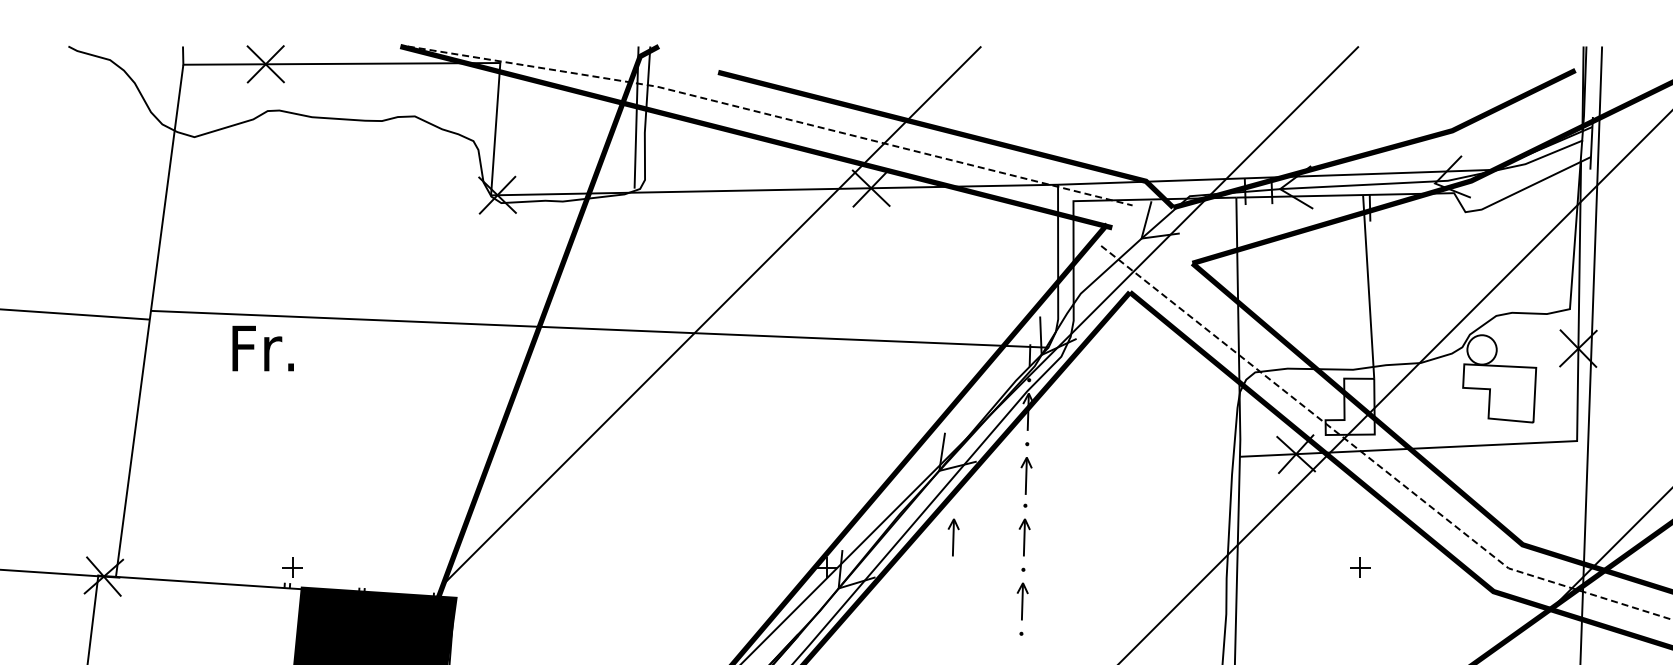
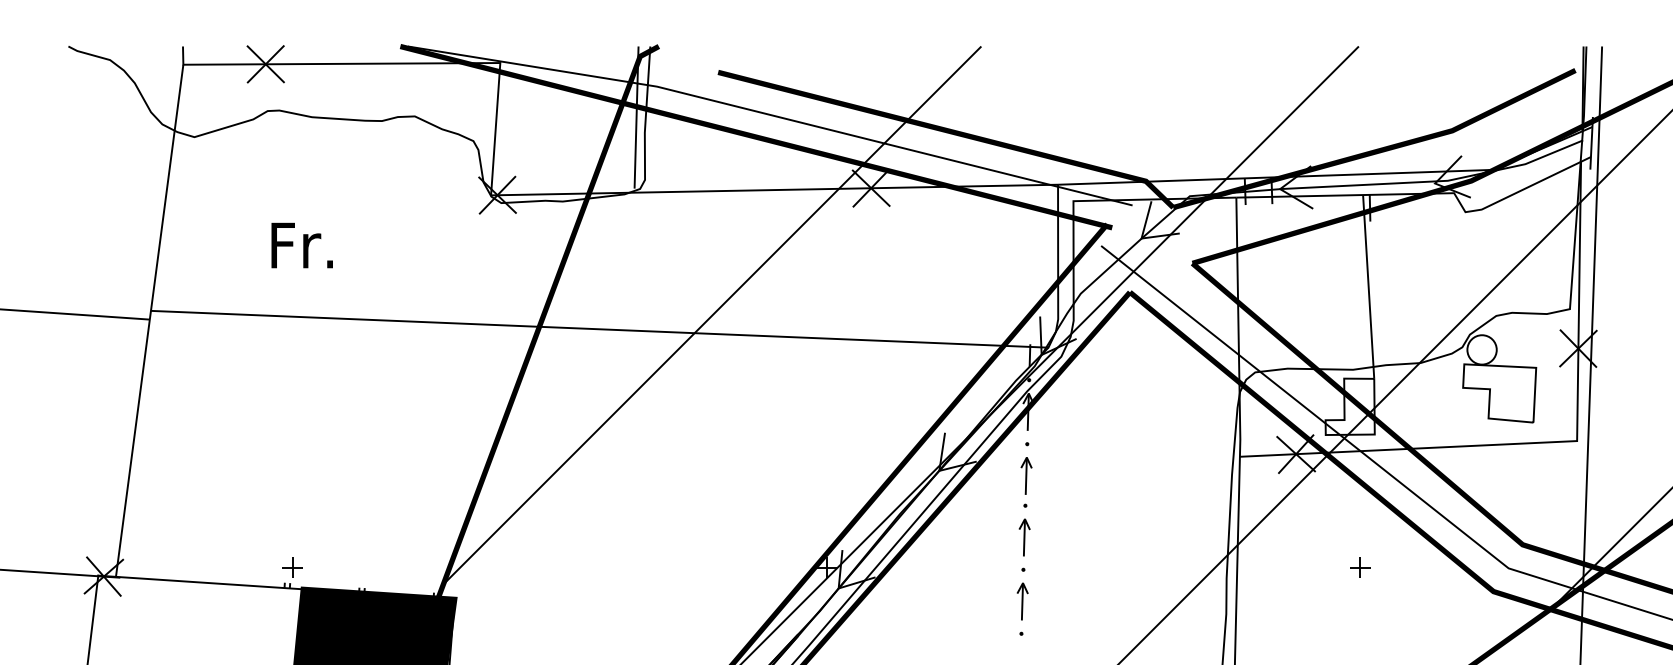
line at (772, 115): dashed -> solid
text at (262, 348) position: (262, 348) -> (301, 245)
line at (1373, 461): dashed -> solid
part at (953, 537): present -> none
